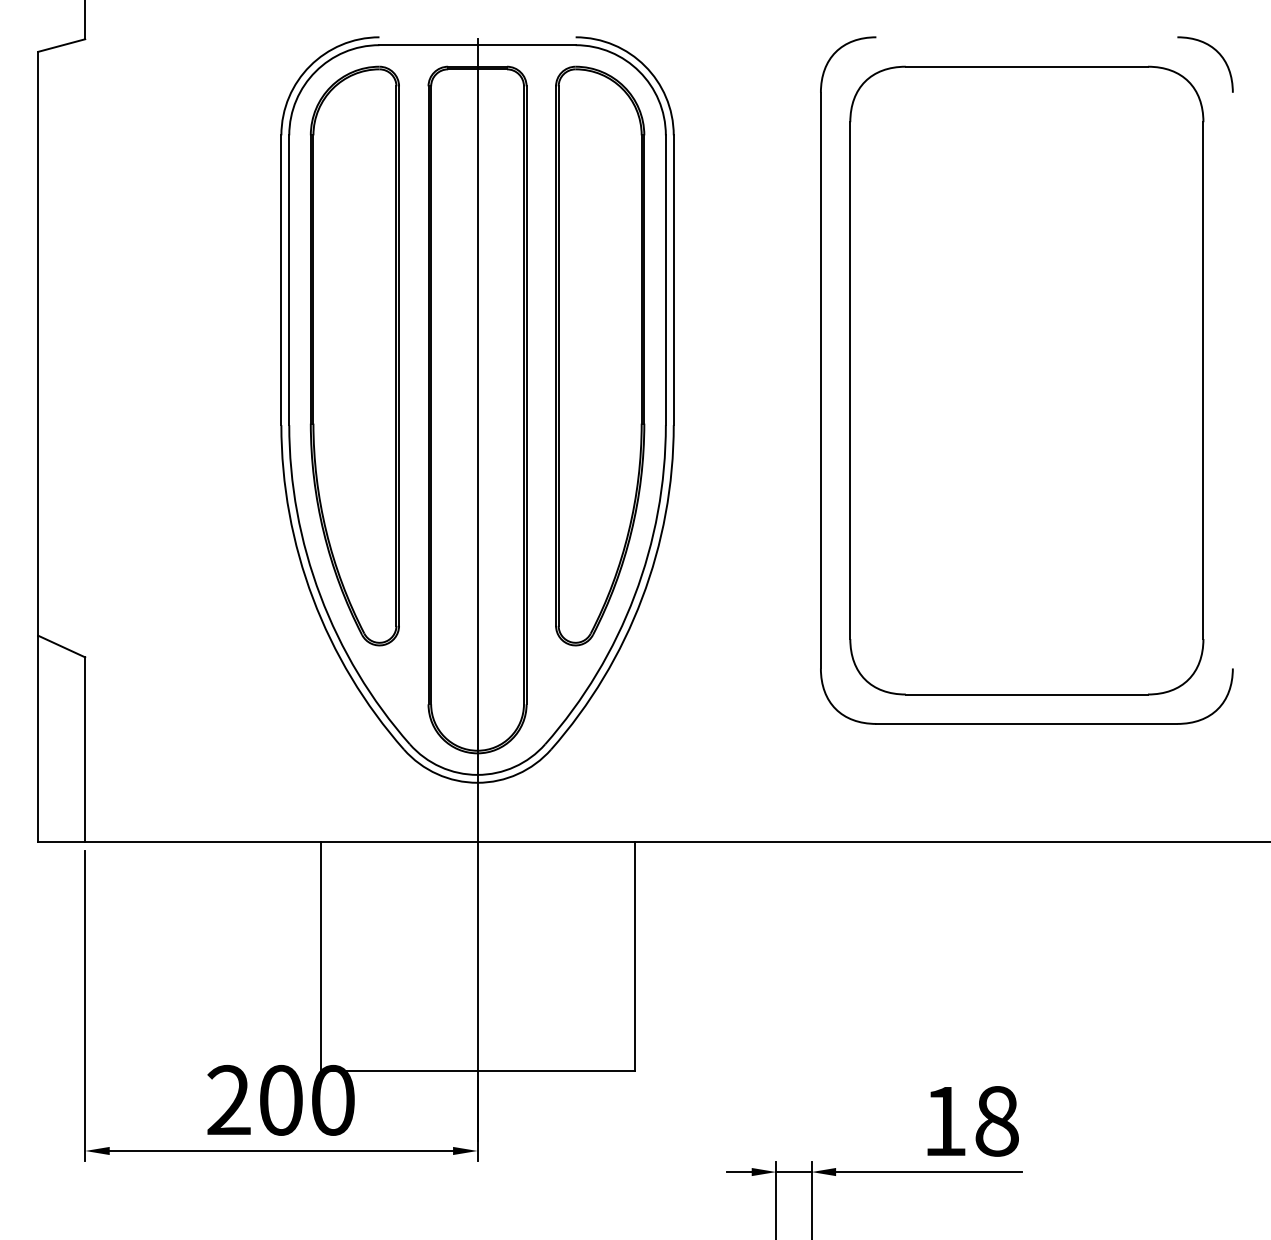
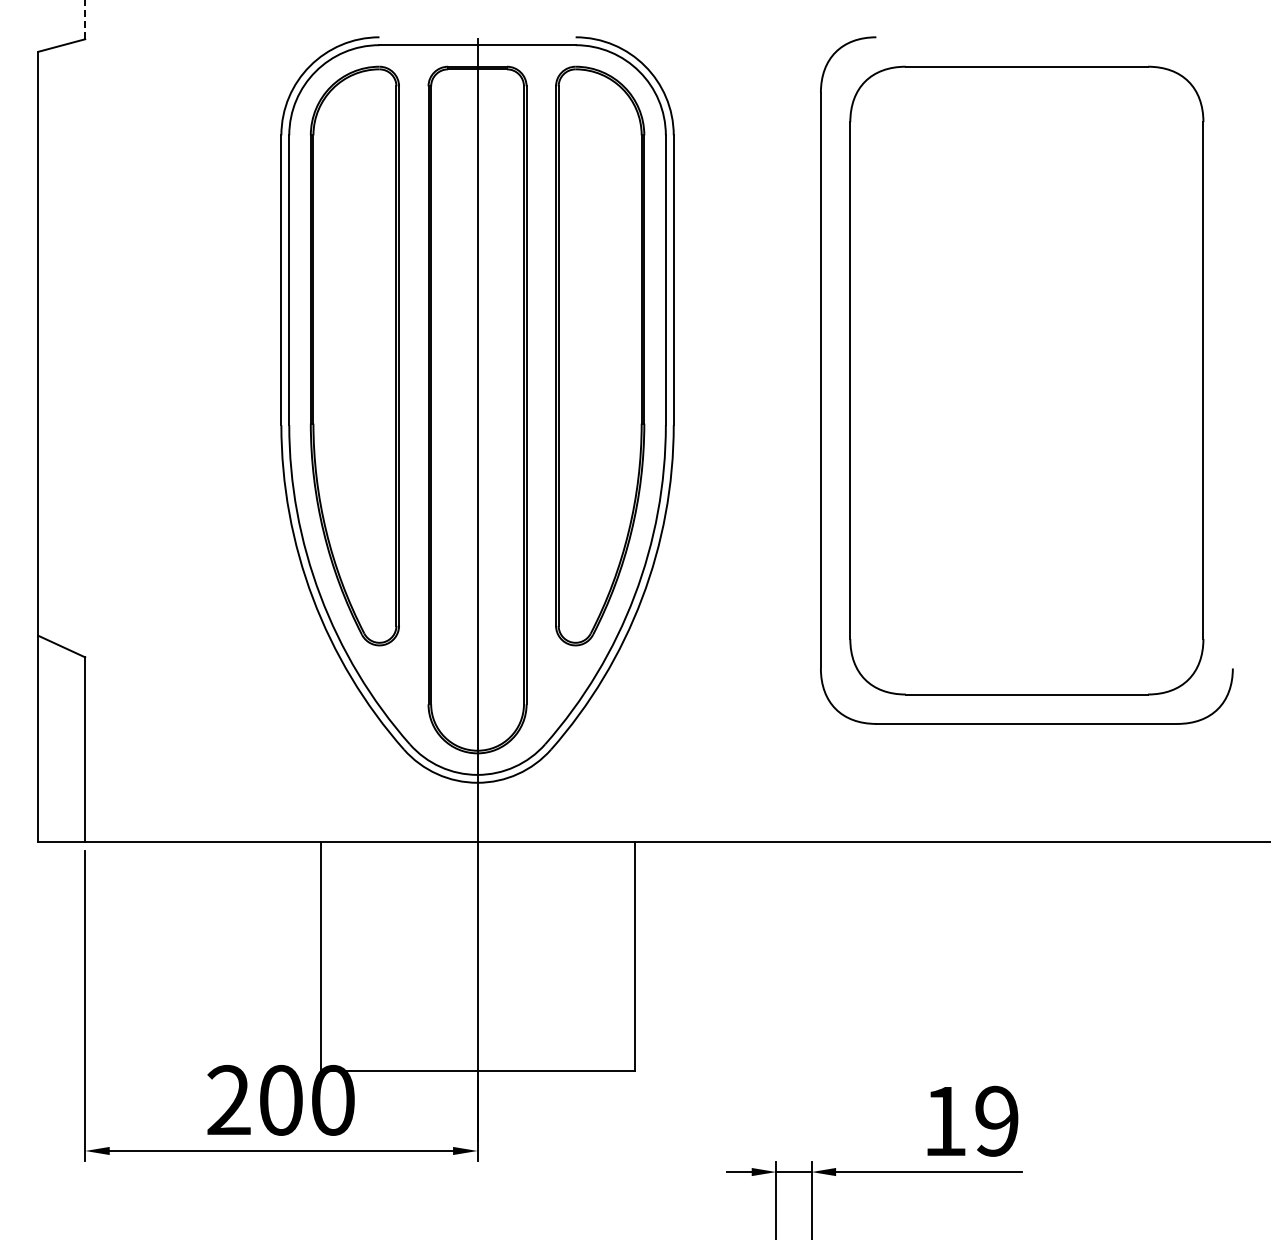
line at (85, 19): solid -> dashed
curve at (1216, 52): present -> none
text at (996, 1120): 18 -> 19
